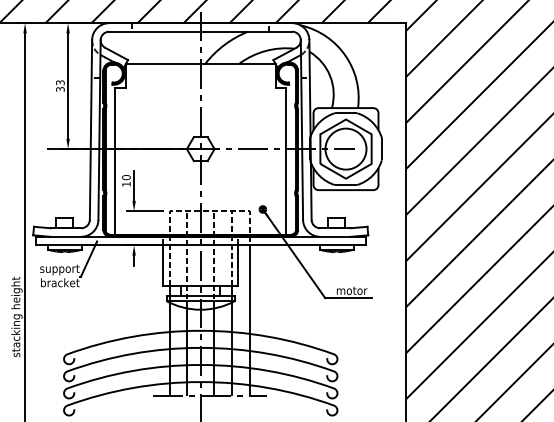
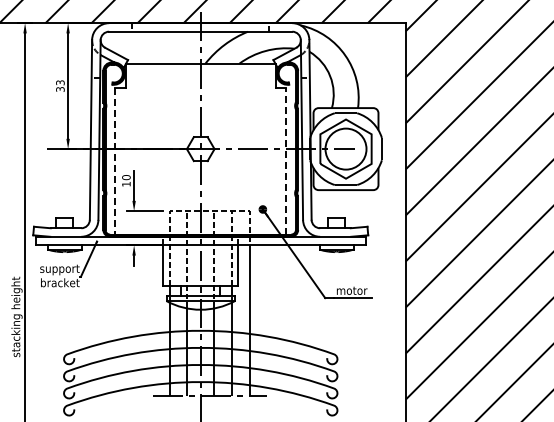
line at (286, 160): solid -> dashed
line at (115, 161): solid -> dashed
